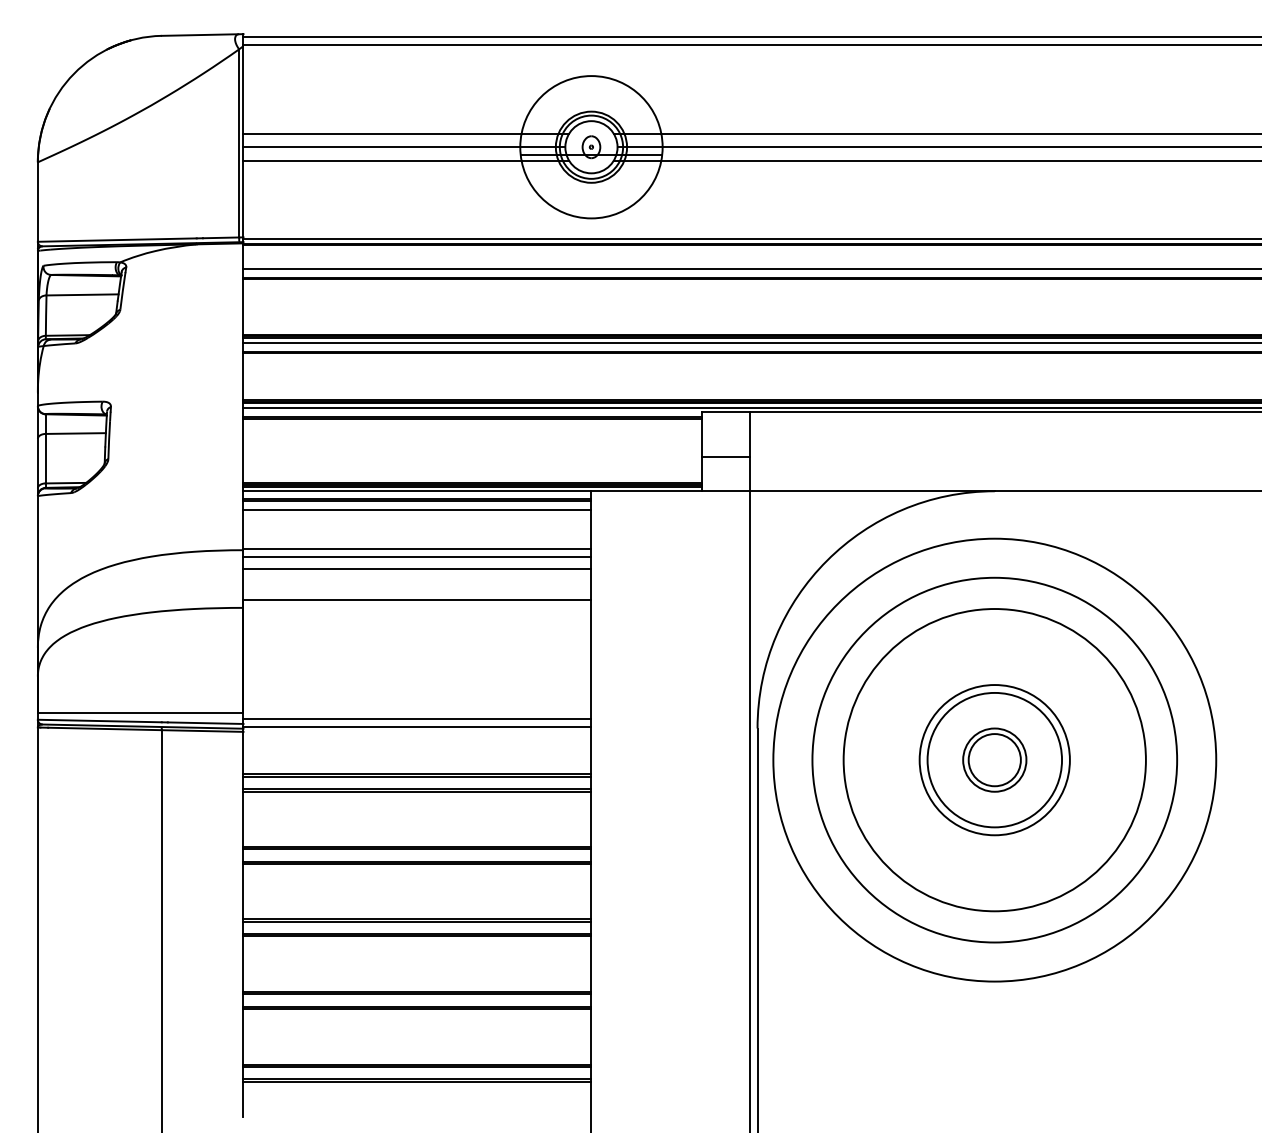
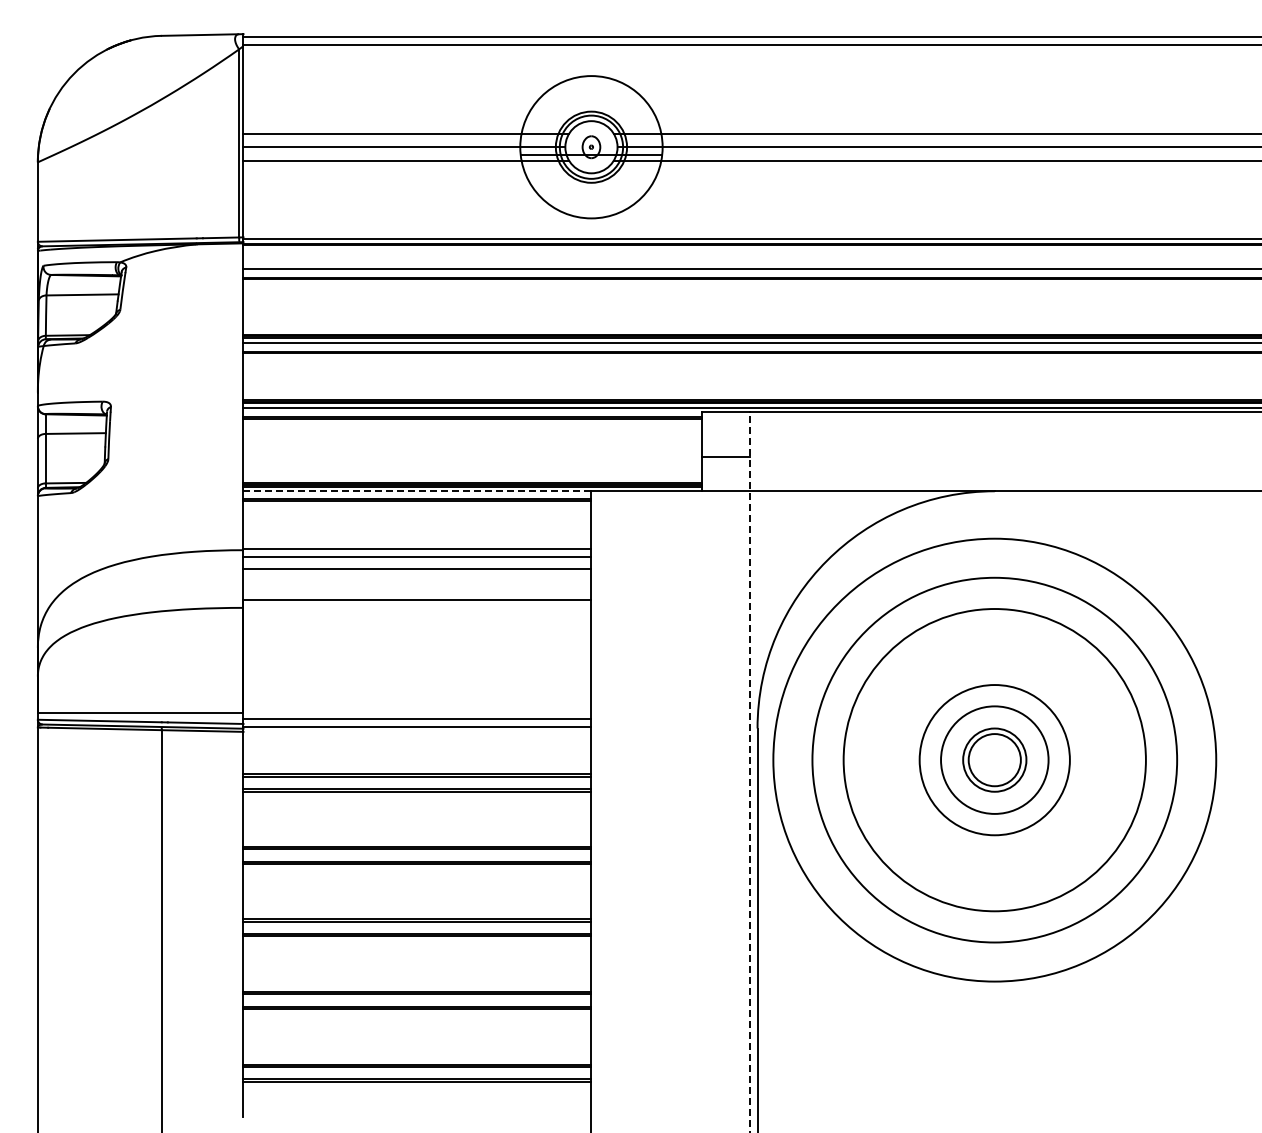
line at (417, 491): solid -> dashed
line at (417, 510): present -> none
circle at (994, 759) diameter: 134 px -> 108 px
line at (749, 772): solid -> dashed
